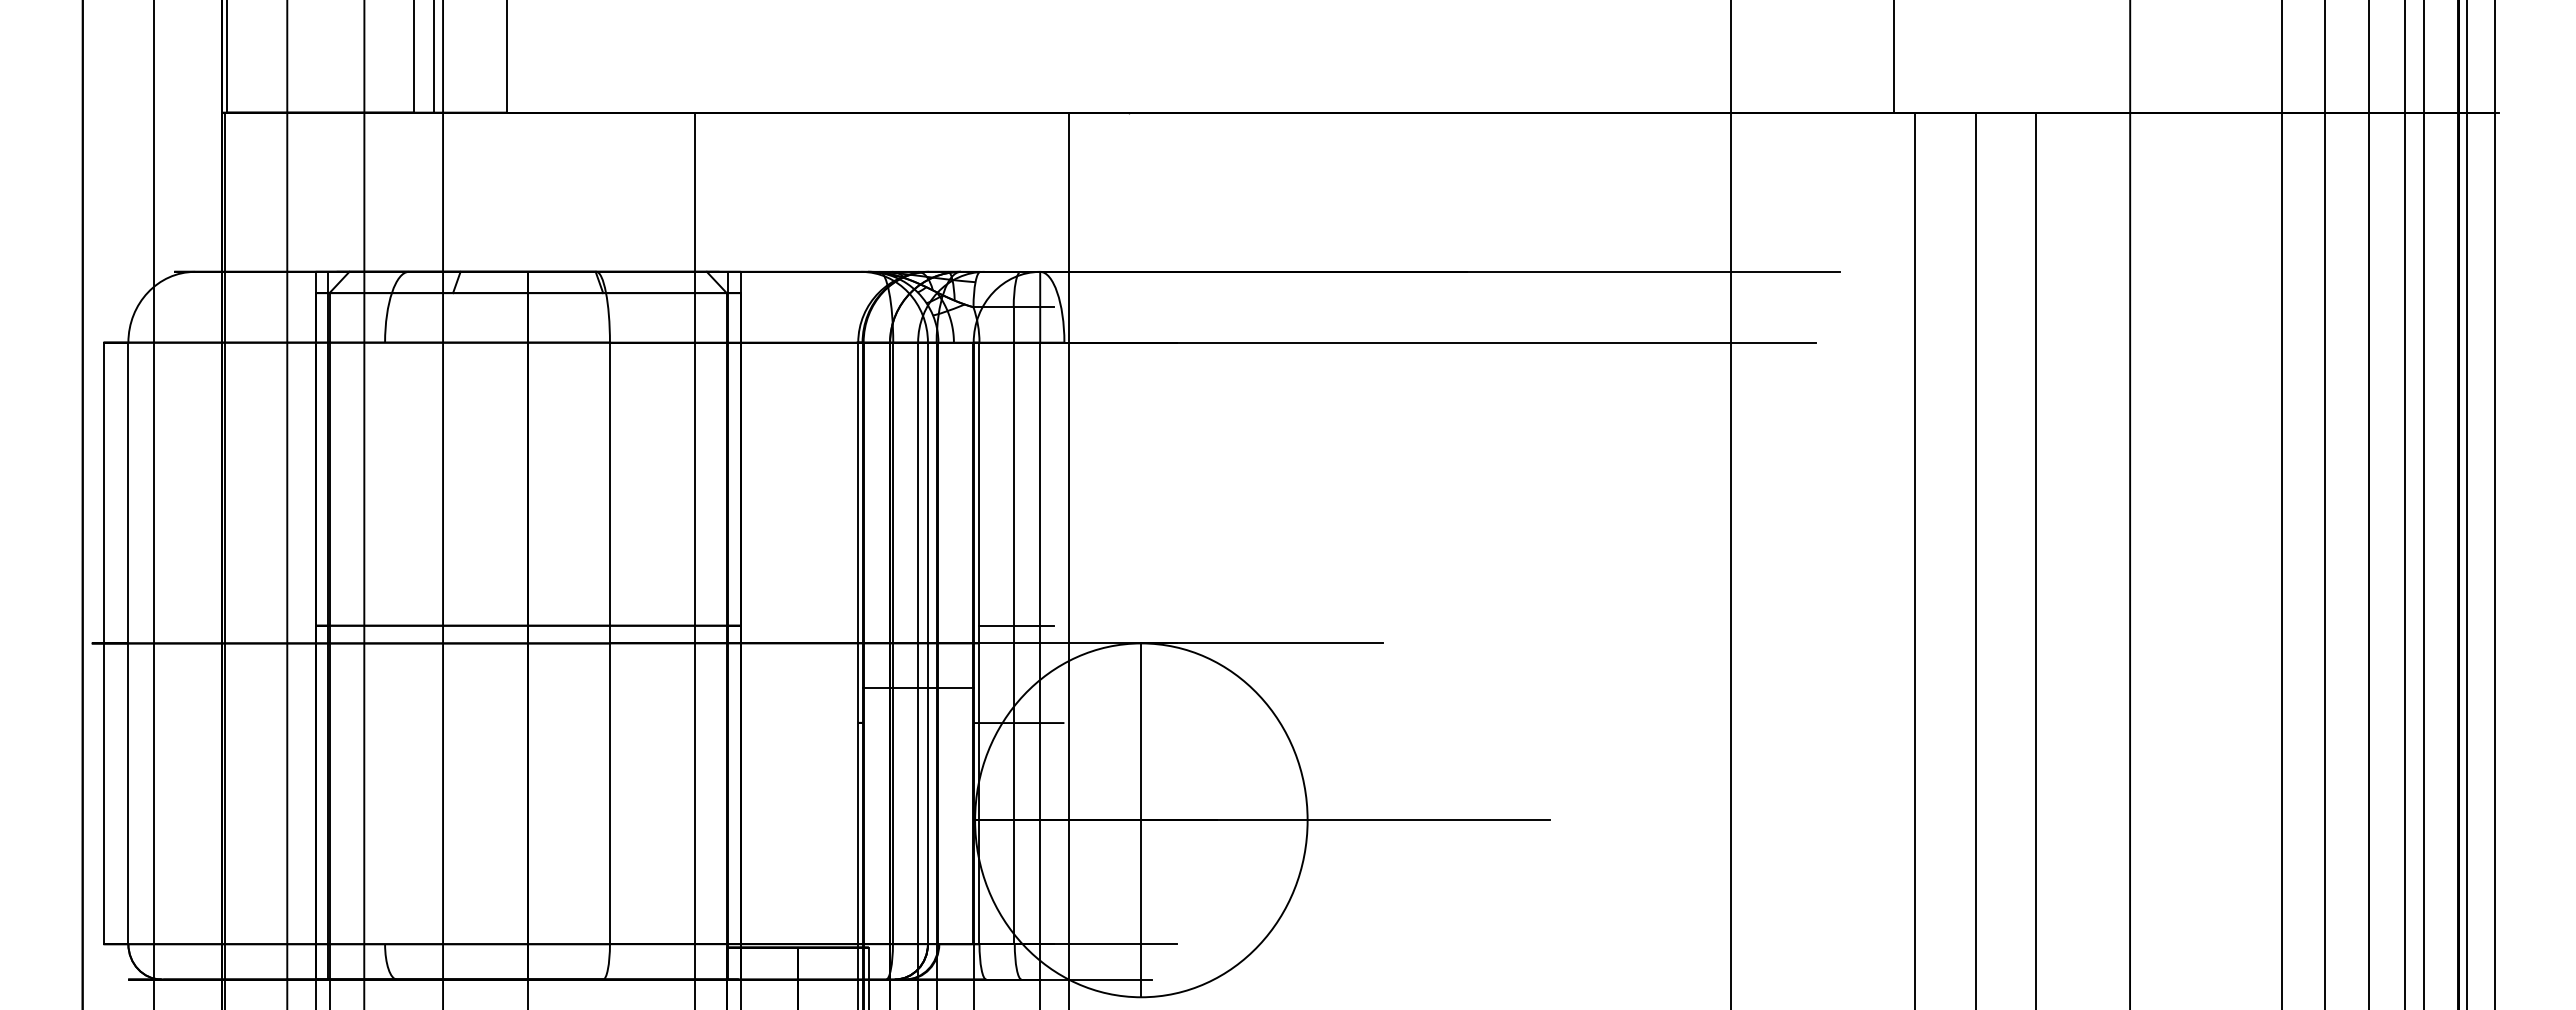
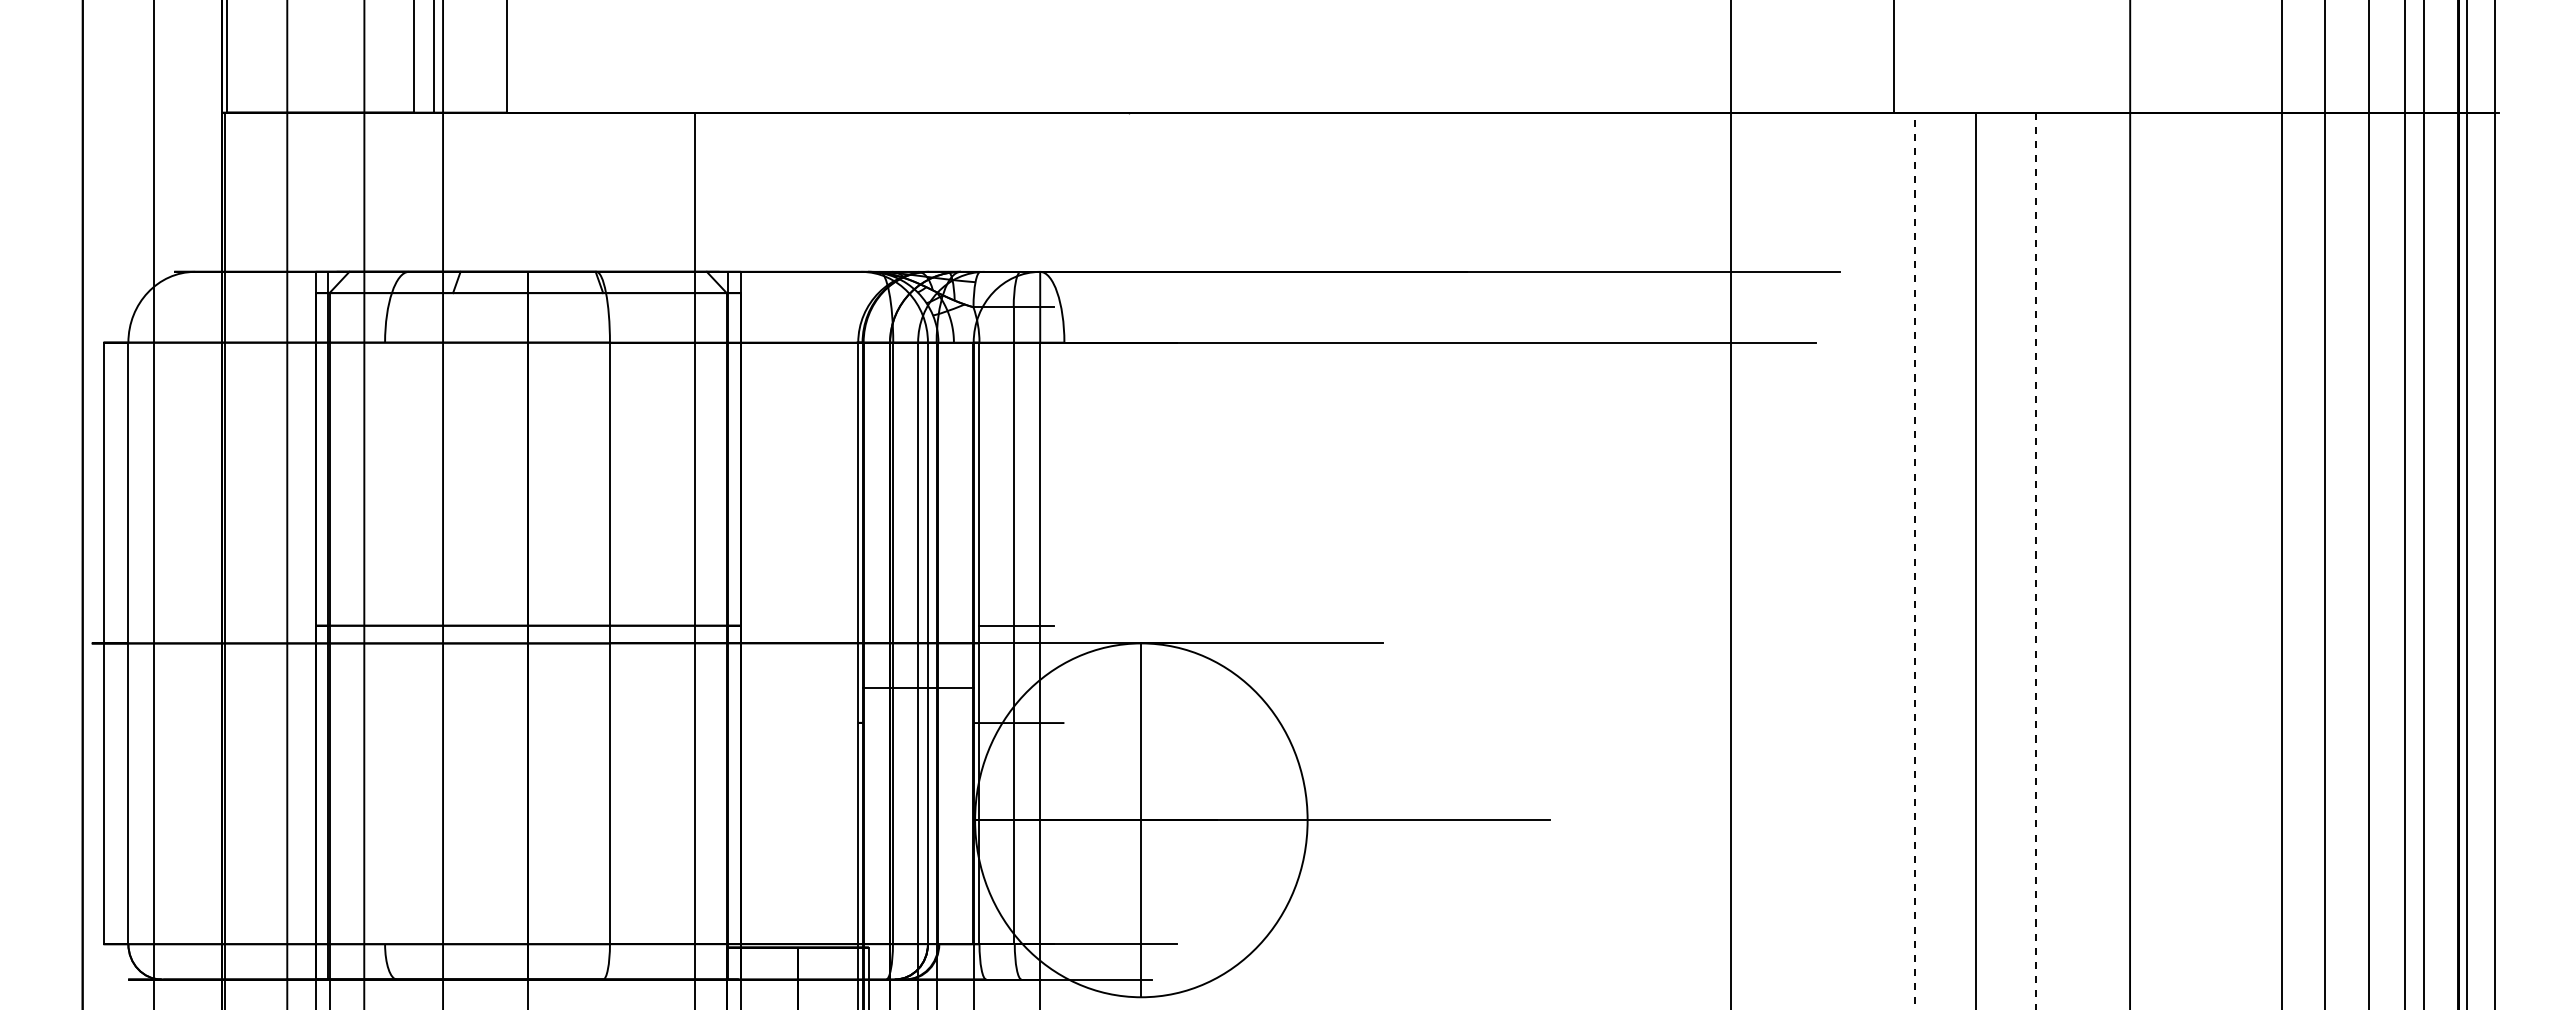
line at (1068, 559): present -> none
line at (1915, 560): solid -> dashed
line at (2036, 561): solid -> dashed
